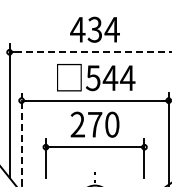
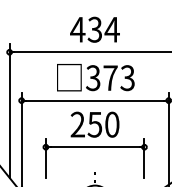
line at (92, 52): dashed -> solid
text at (110, 78): 544 -> 373
text at (94, 124): 270 -> 250
line at (21, 139): dashed -> solid
